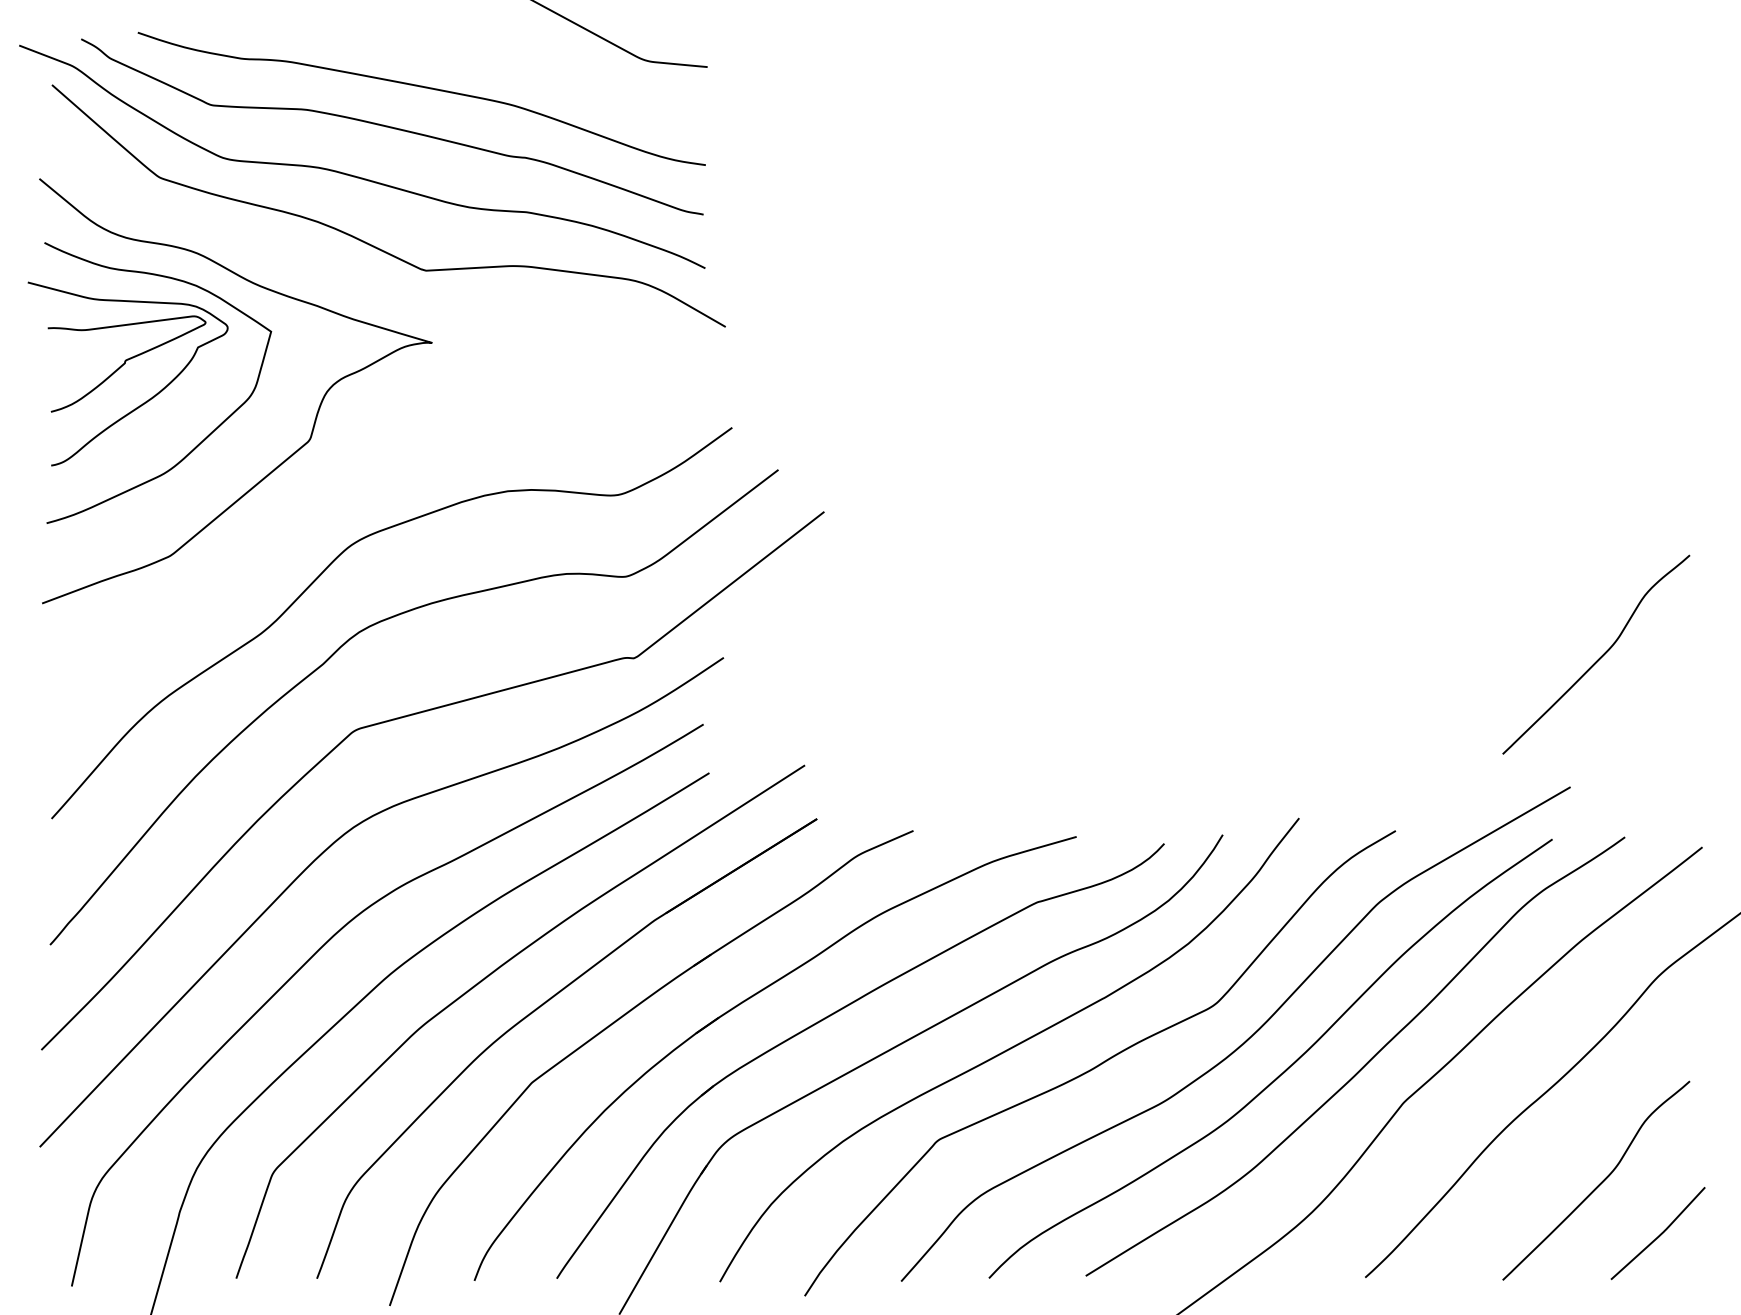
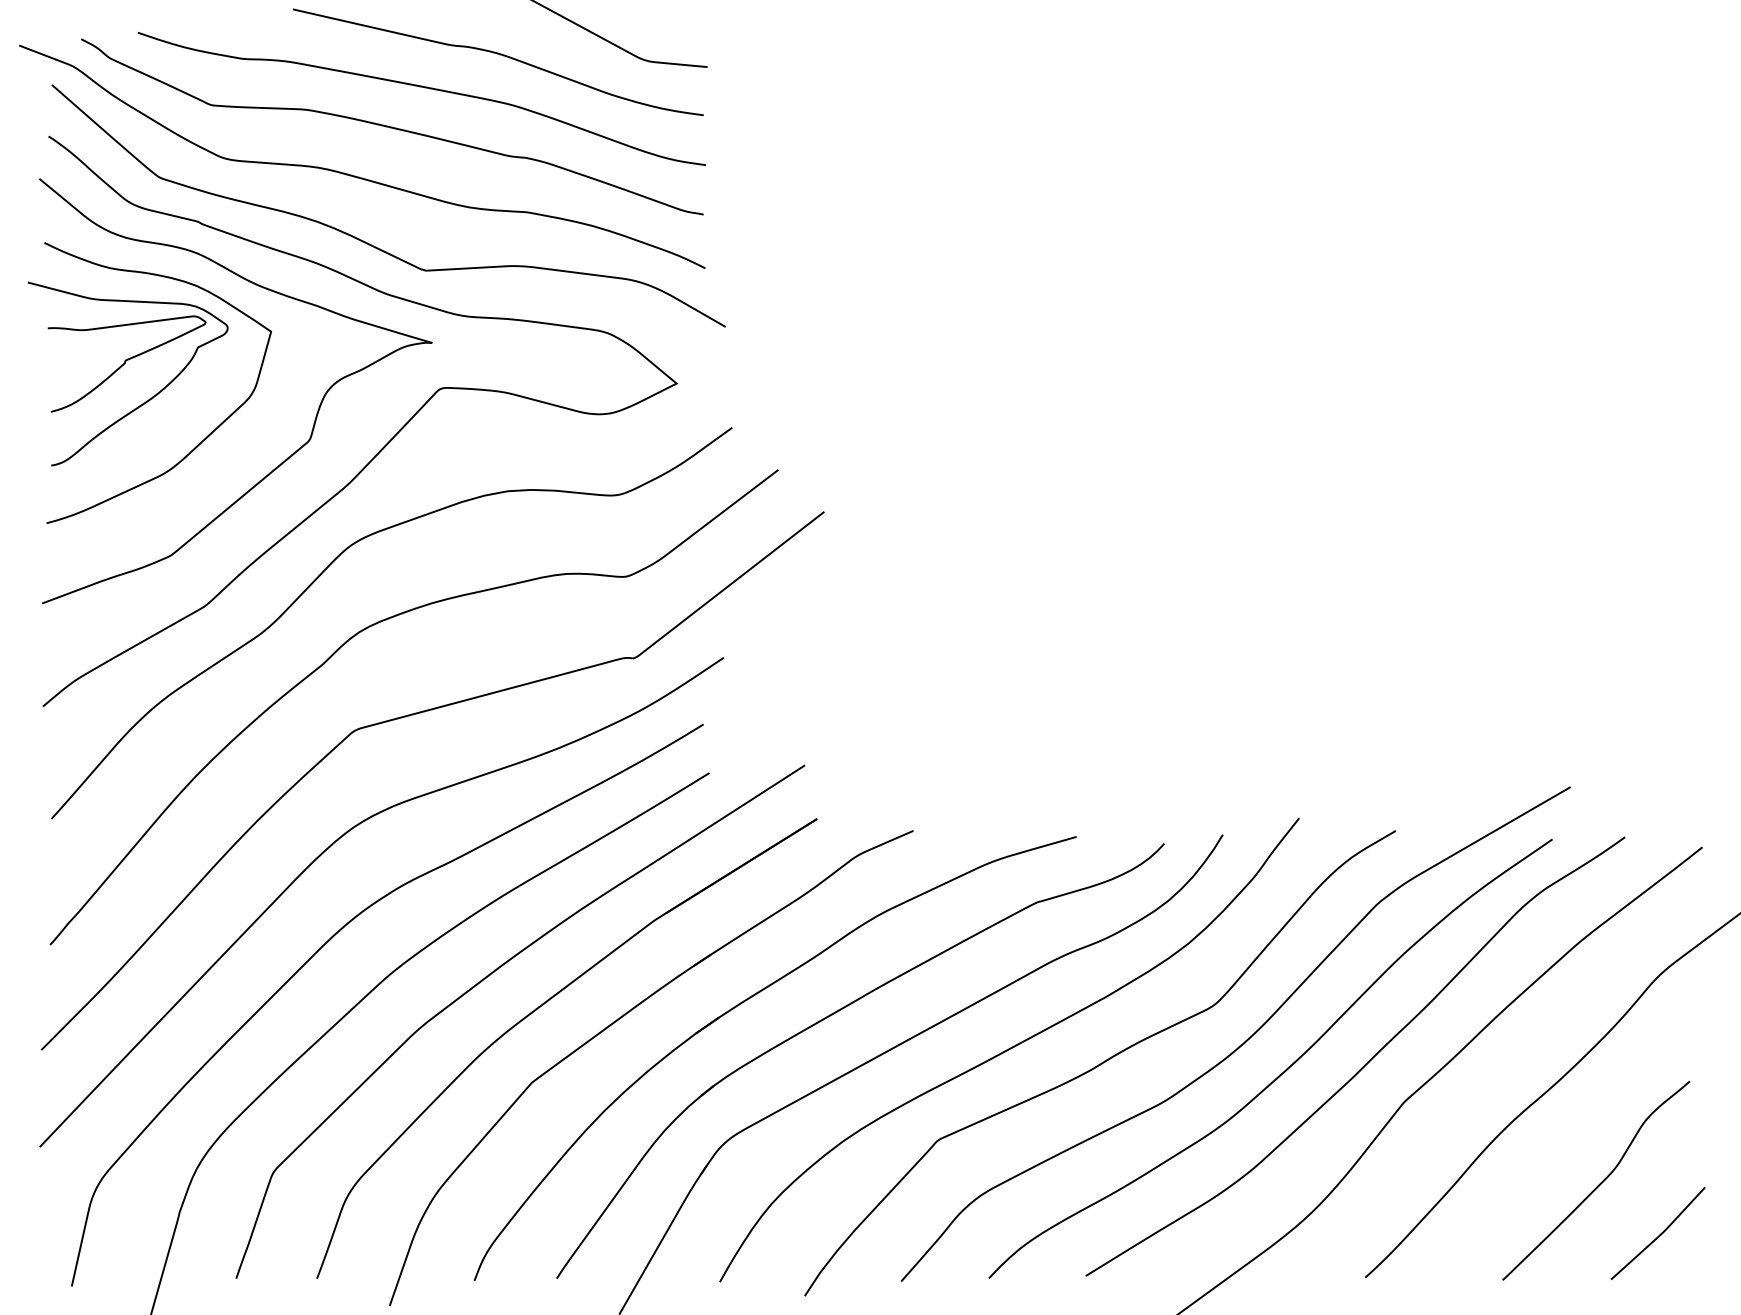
curve at (500, 55): none -> present
part at (384, 445): none -> present
curve at (1599, 657): present -> none
